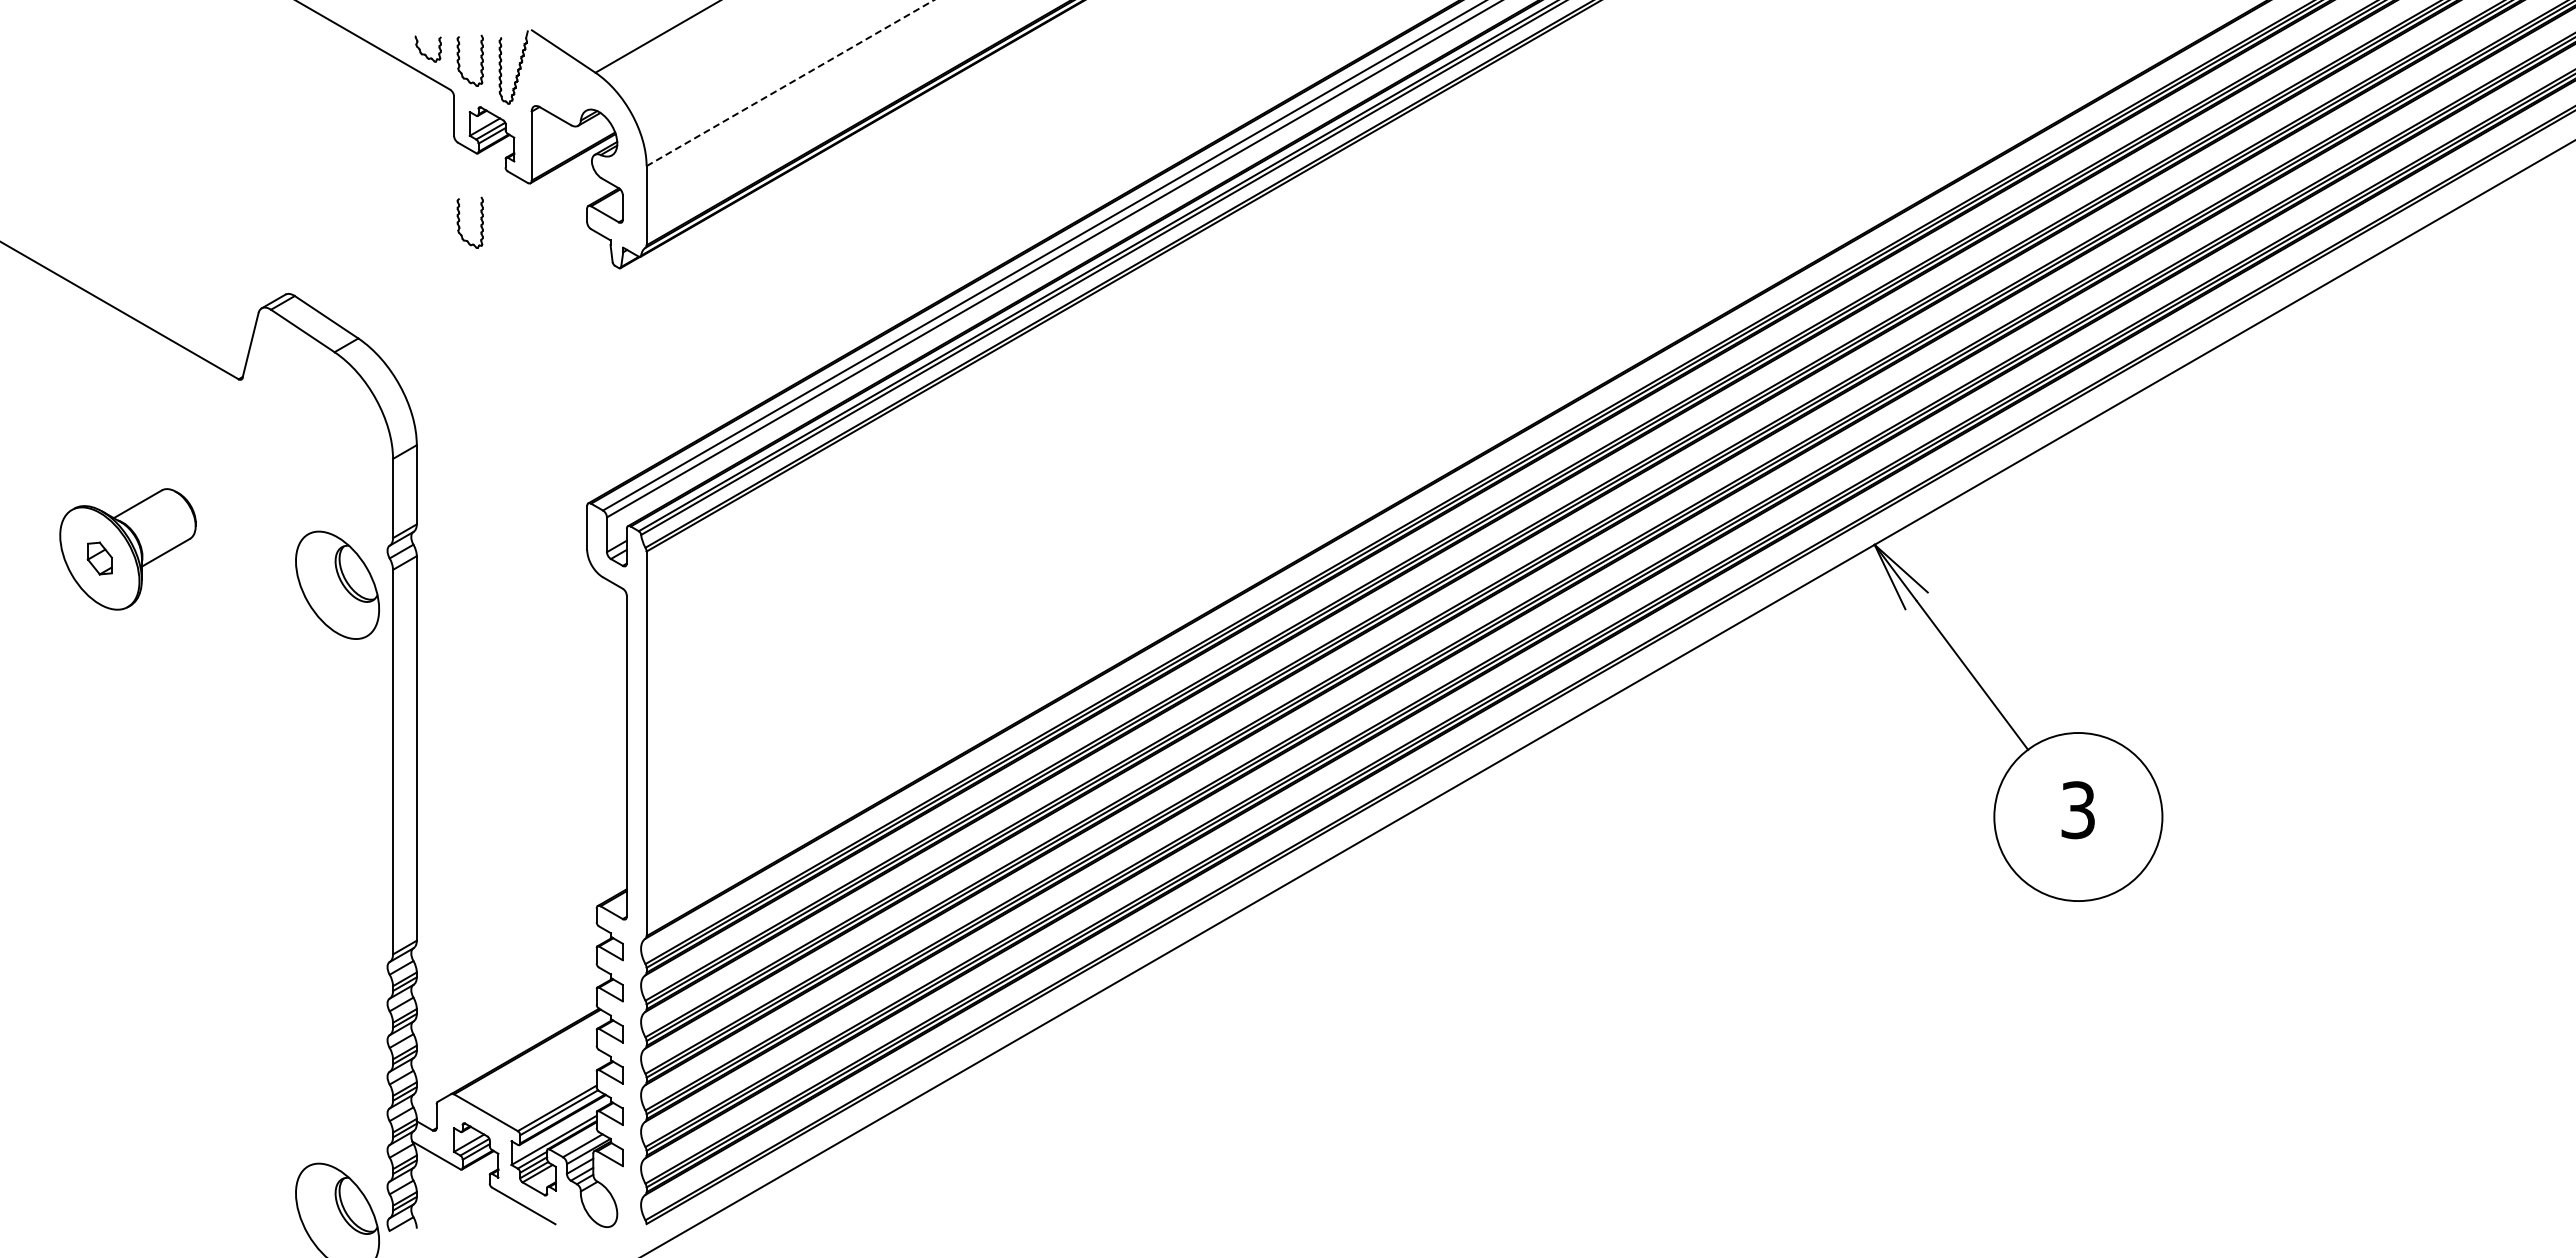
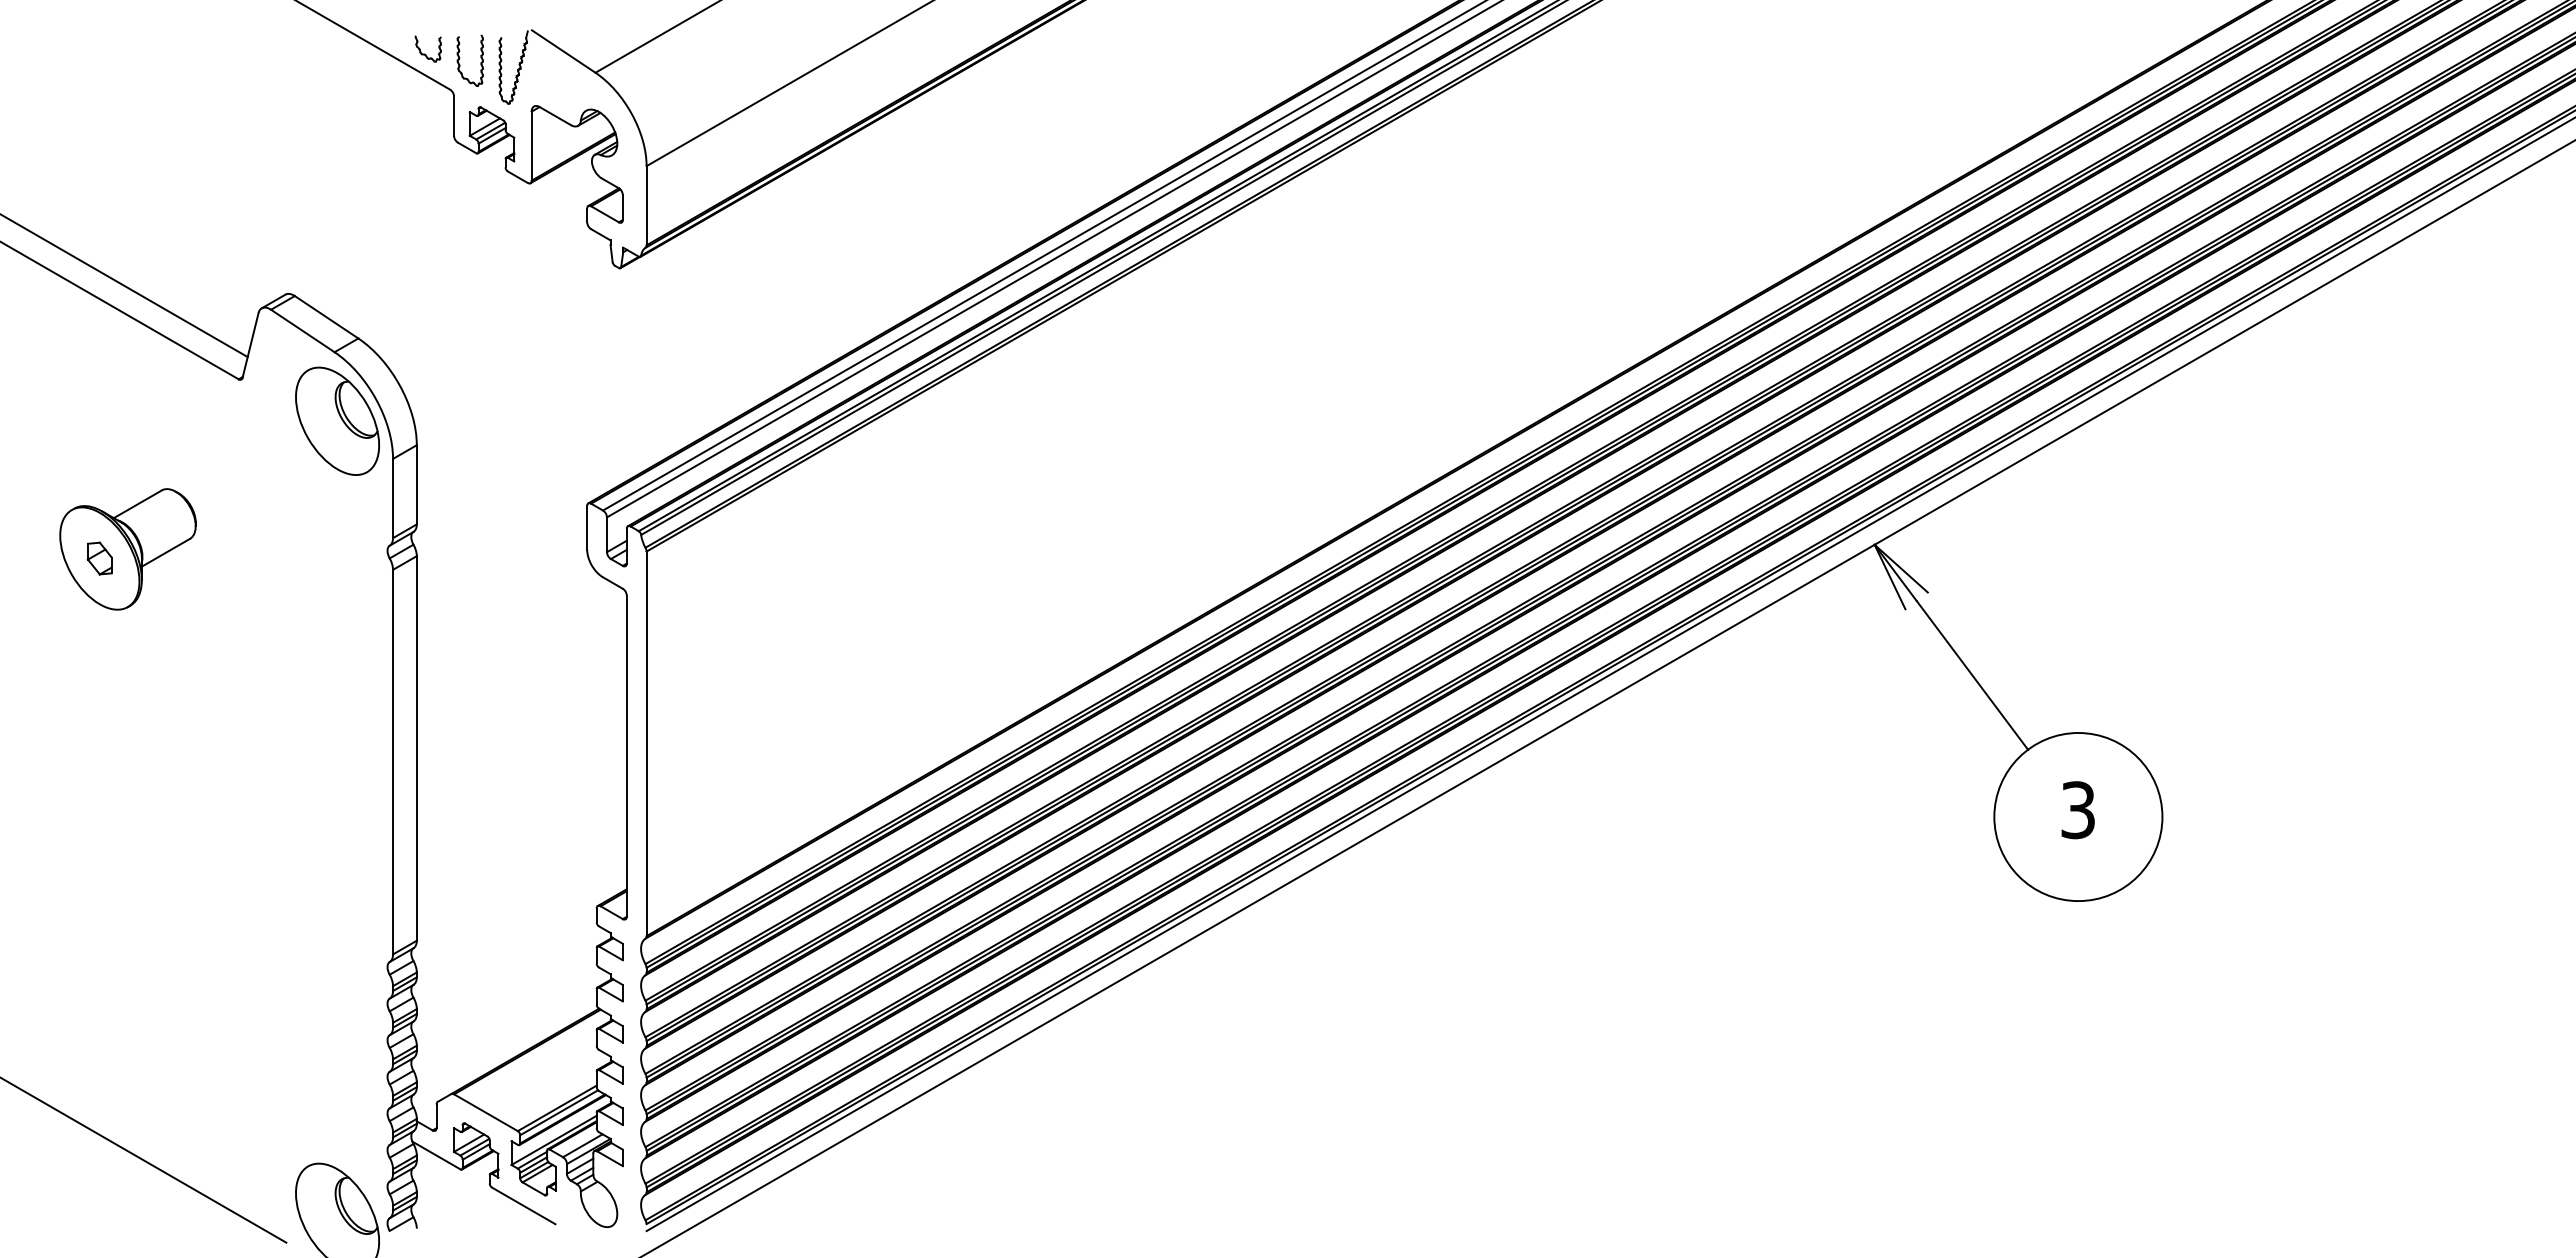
line at (790, 83): dashed -> solid
part at (460, 220): present -> none
line at (124, 286): none -> present
part at (337, 584) position: (337, 584) -> (337, 420)
line at (1609, 675): none -> present
line at (144, 1160): none -> present
